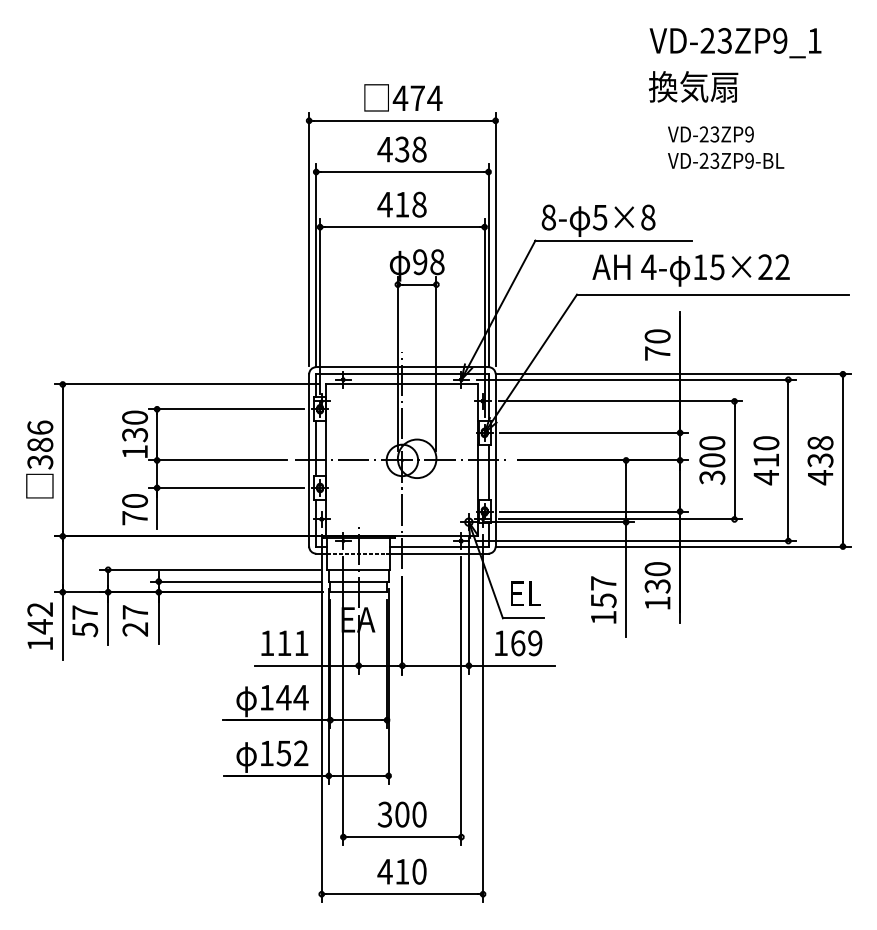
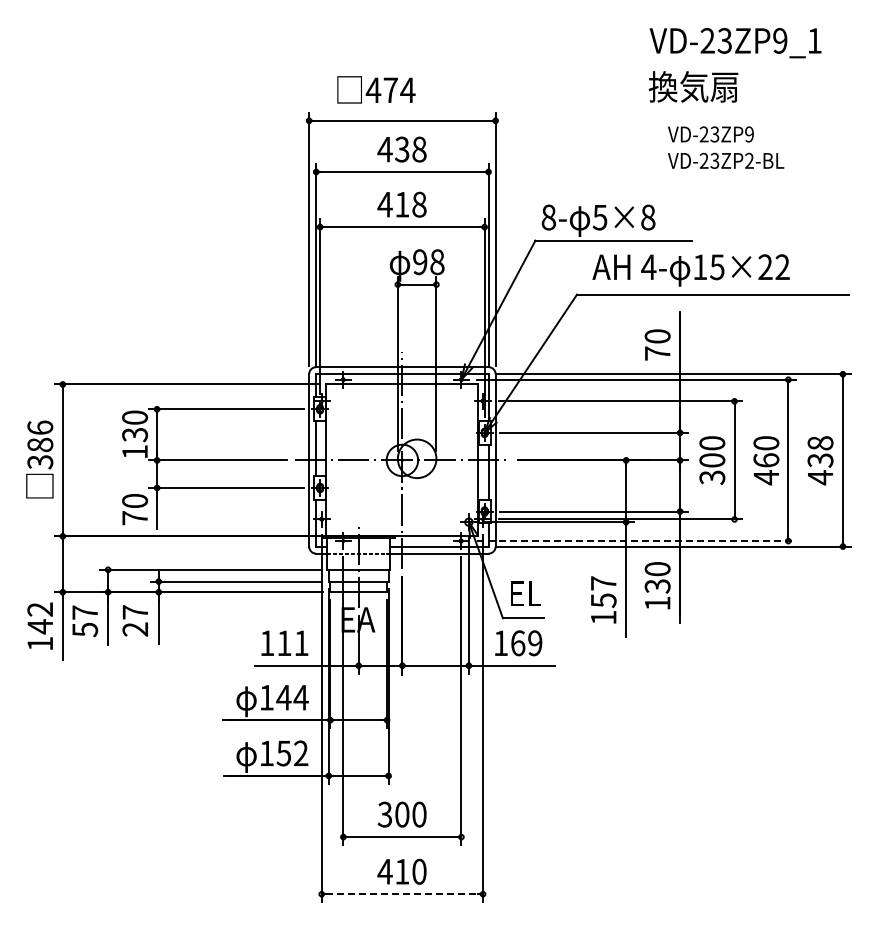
text at (403, 97) position: (403, 97) -> (376, 89)
text at (749, 160): VD-23ZP9-BL -> VD-23ZP2-BL
text at (766, 460): 410 -> 460
line at (636, 541): solid -> dashed
line at (402, 894): solid -> dashed
